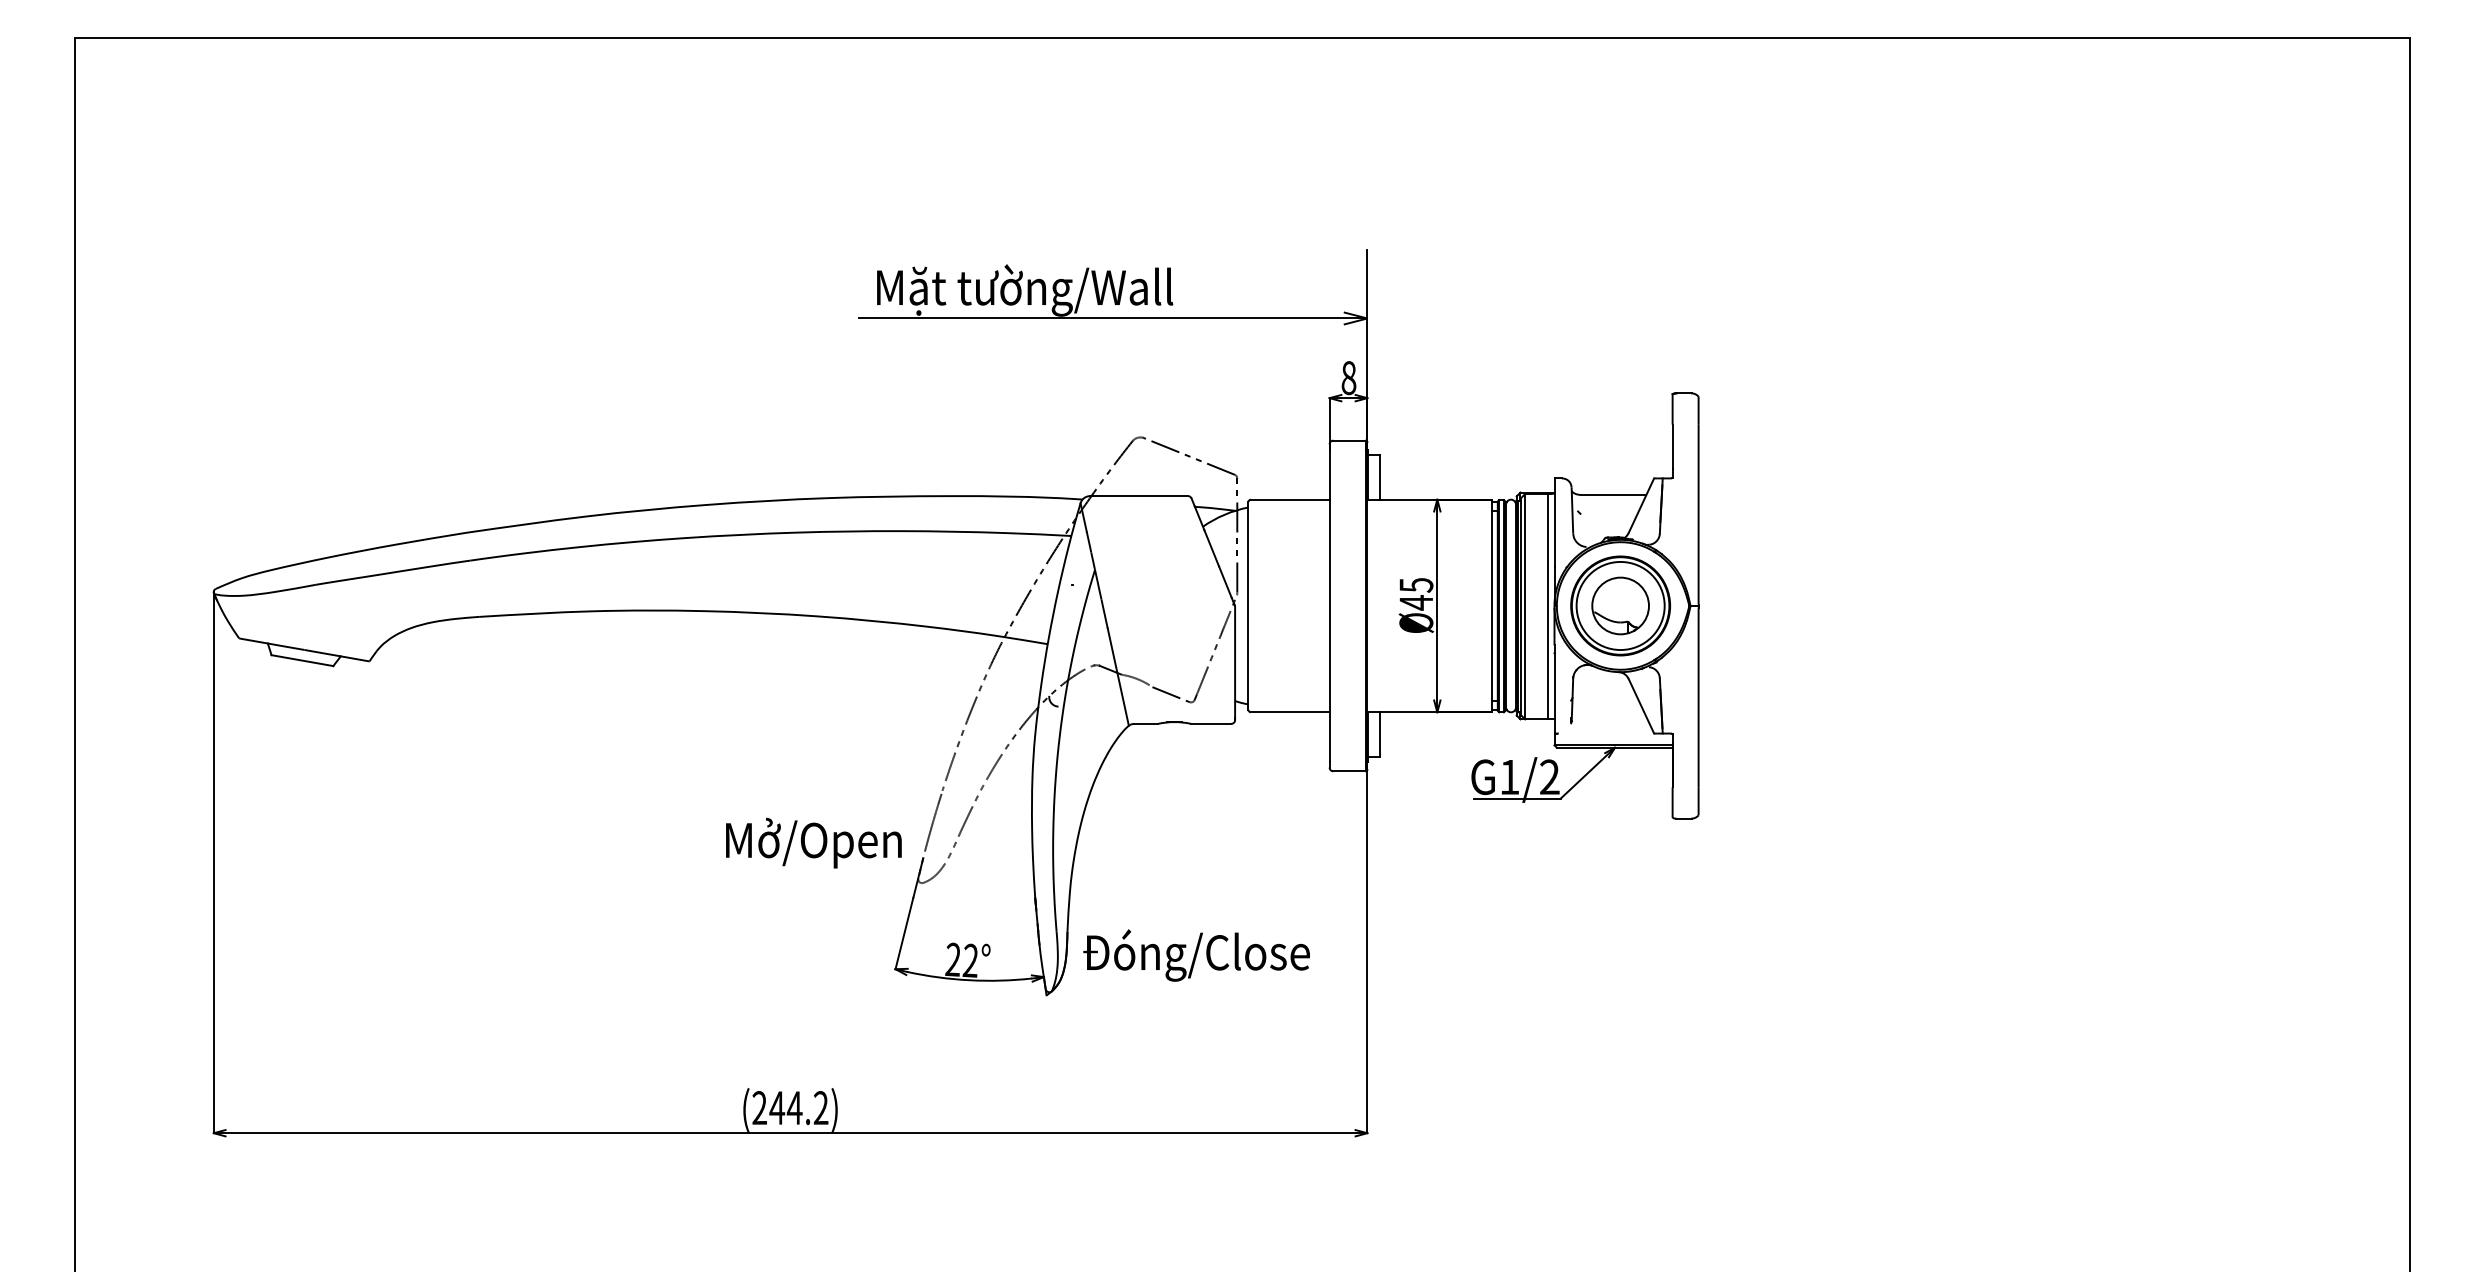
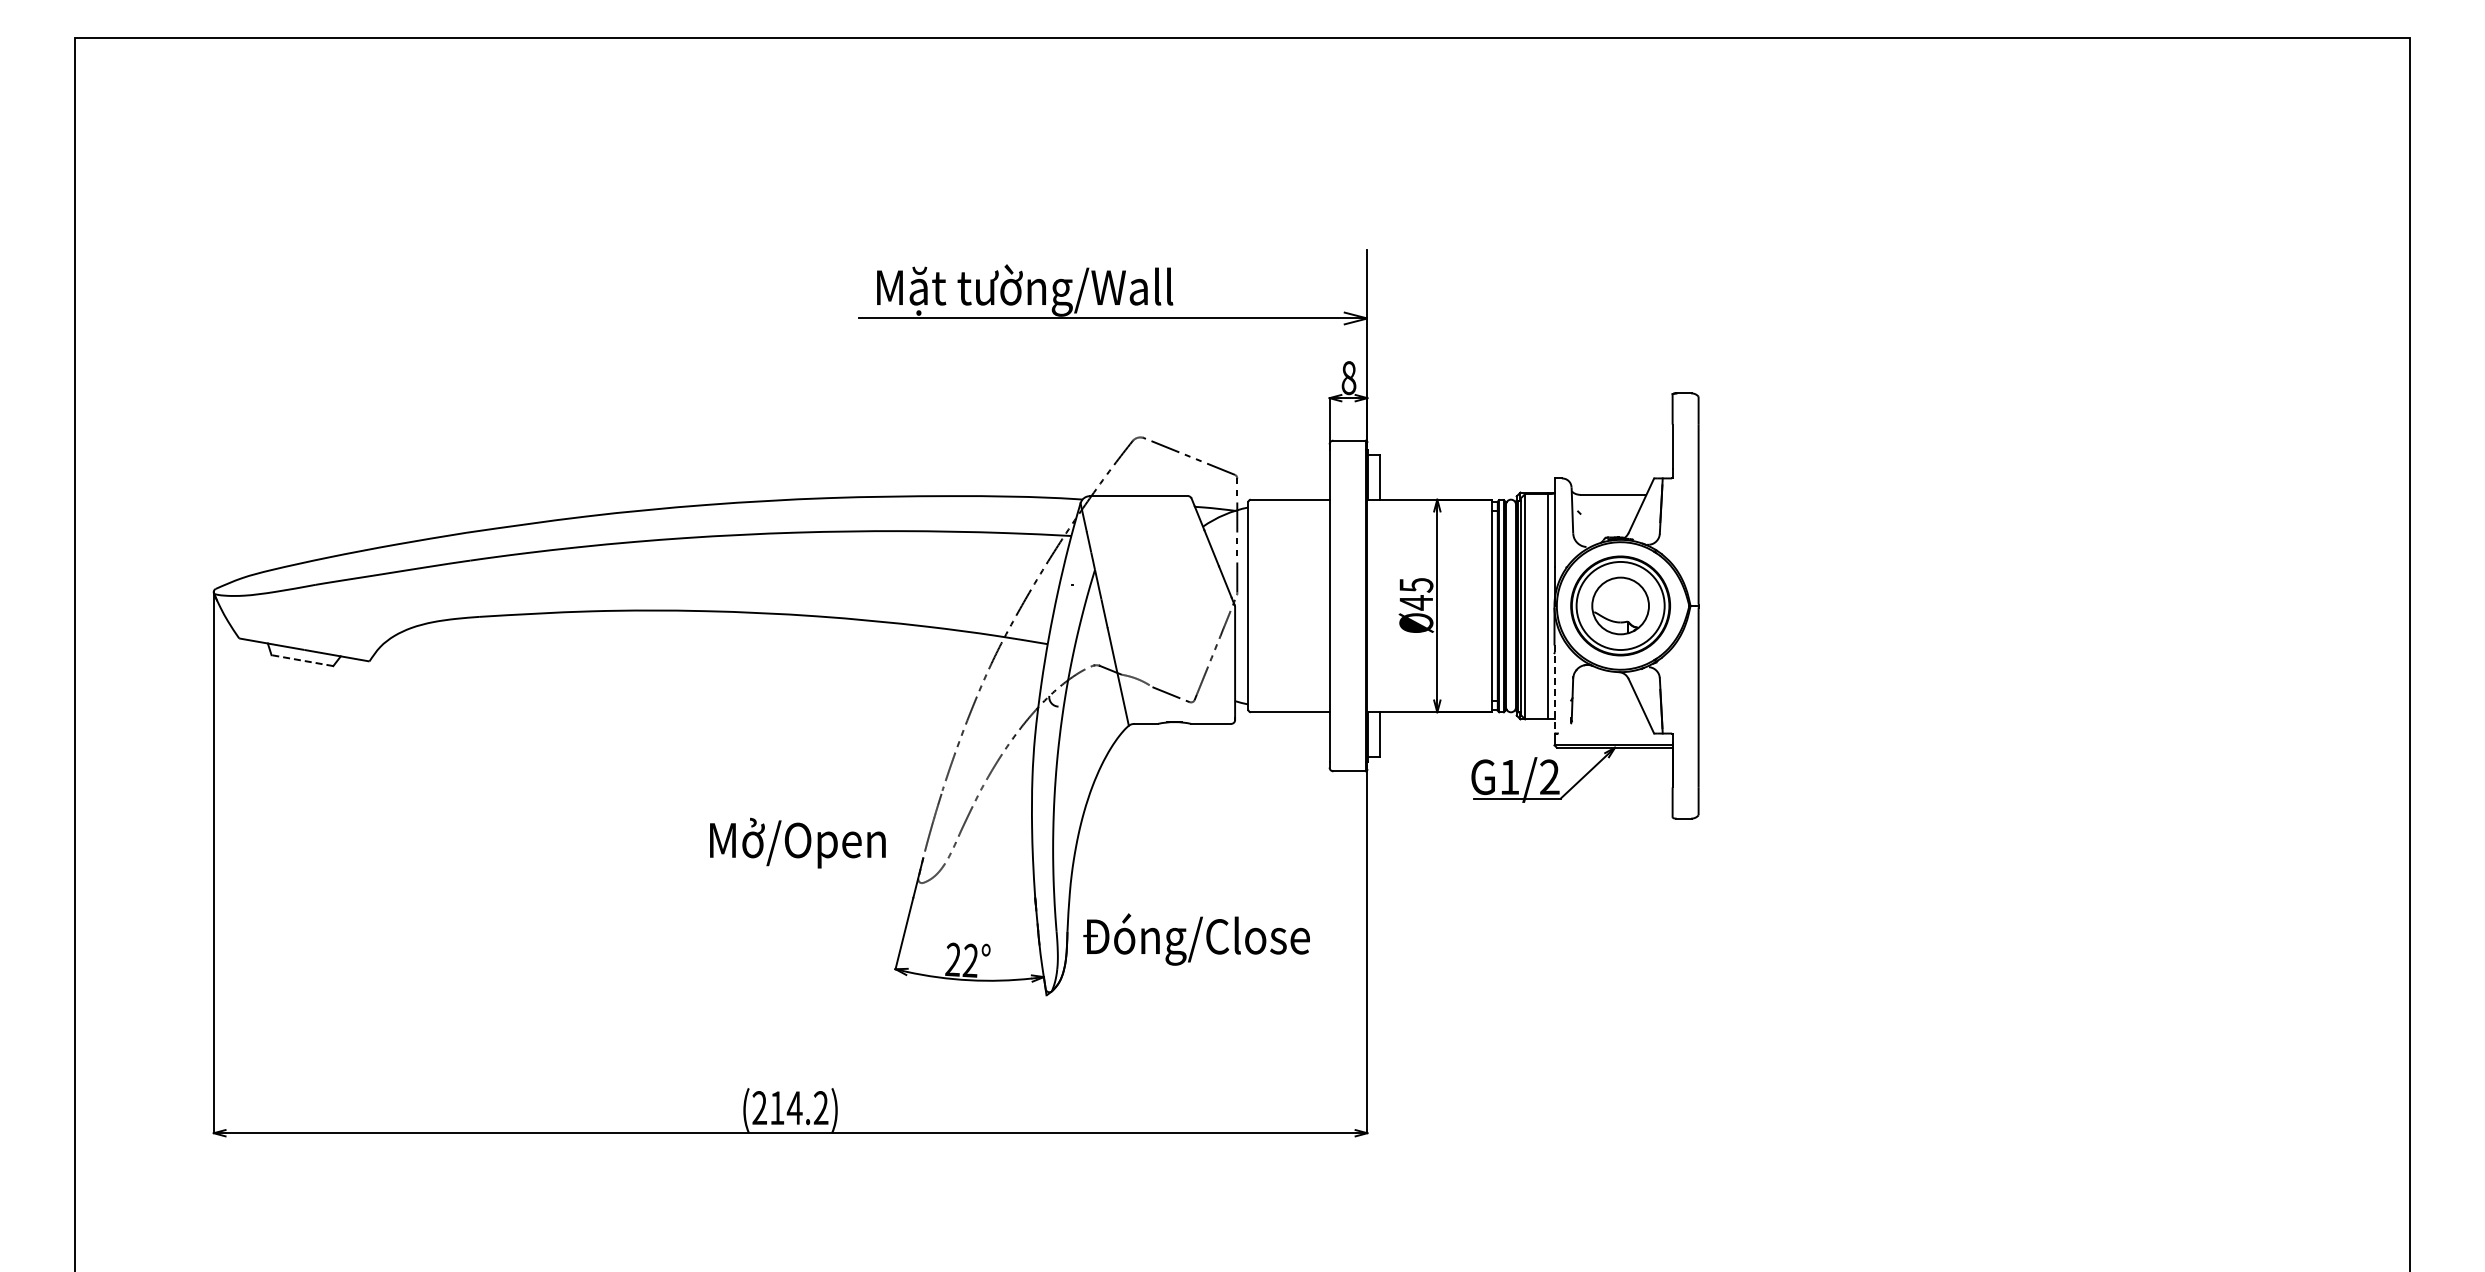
line at (301, 660): solid -> dashed
line at (1554, 689): solid -> dashed
text at (813, 842) position: (813, 842) -> (797, 842)
text at (1196, 955) position: (1196, 955) -> (1196, 939)
text at (777, 1107): (244.2) -> (214.2)
